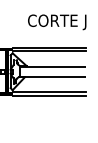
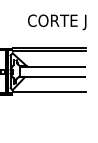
line at (48, 95): present -> none
